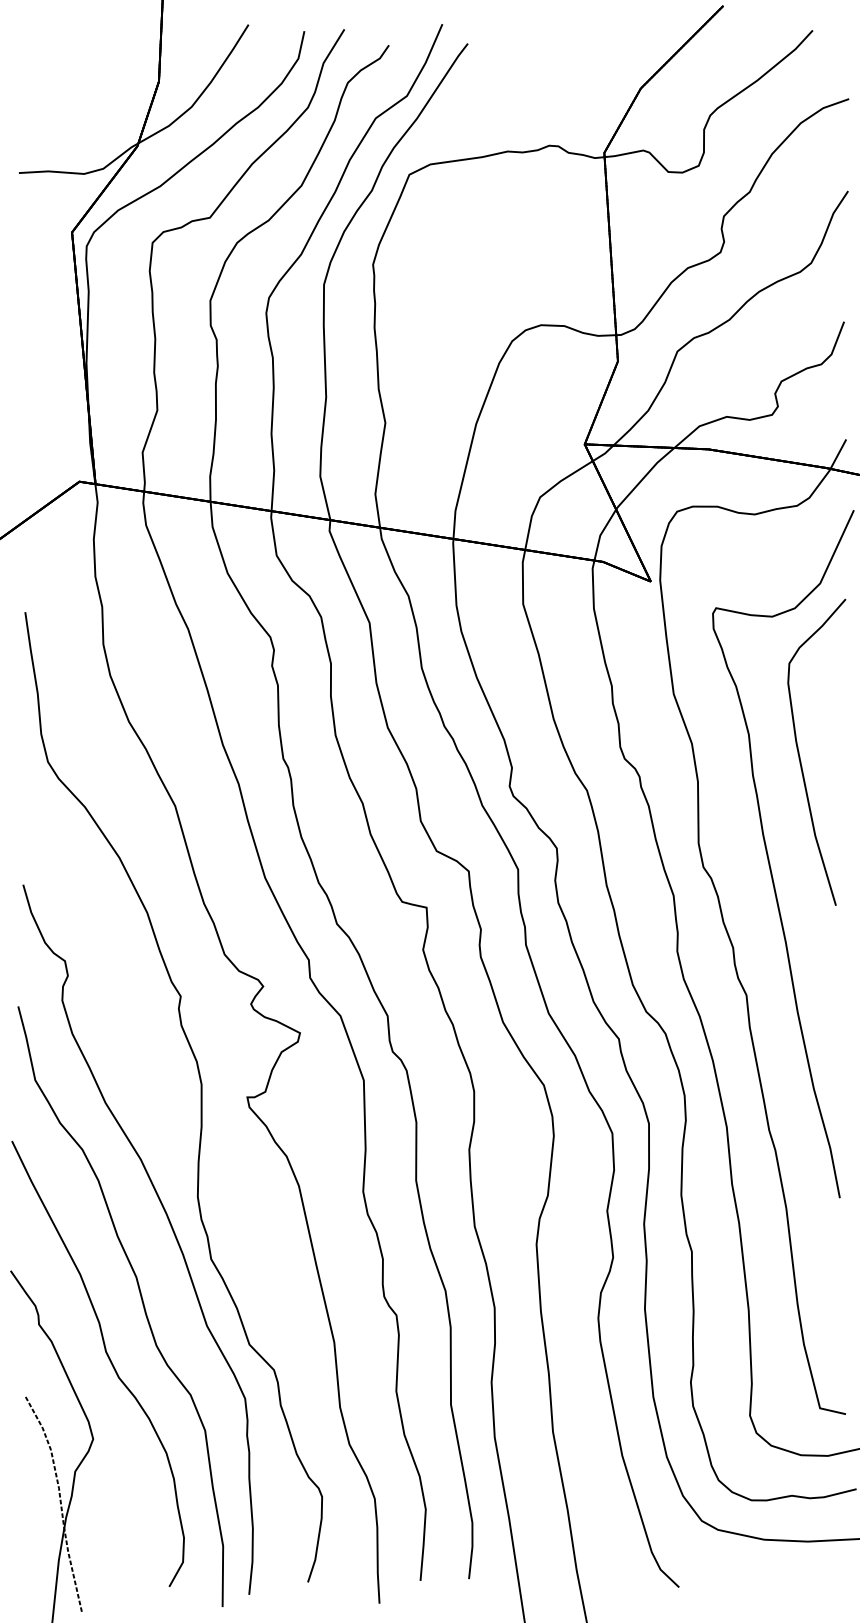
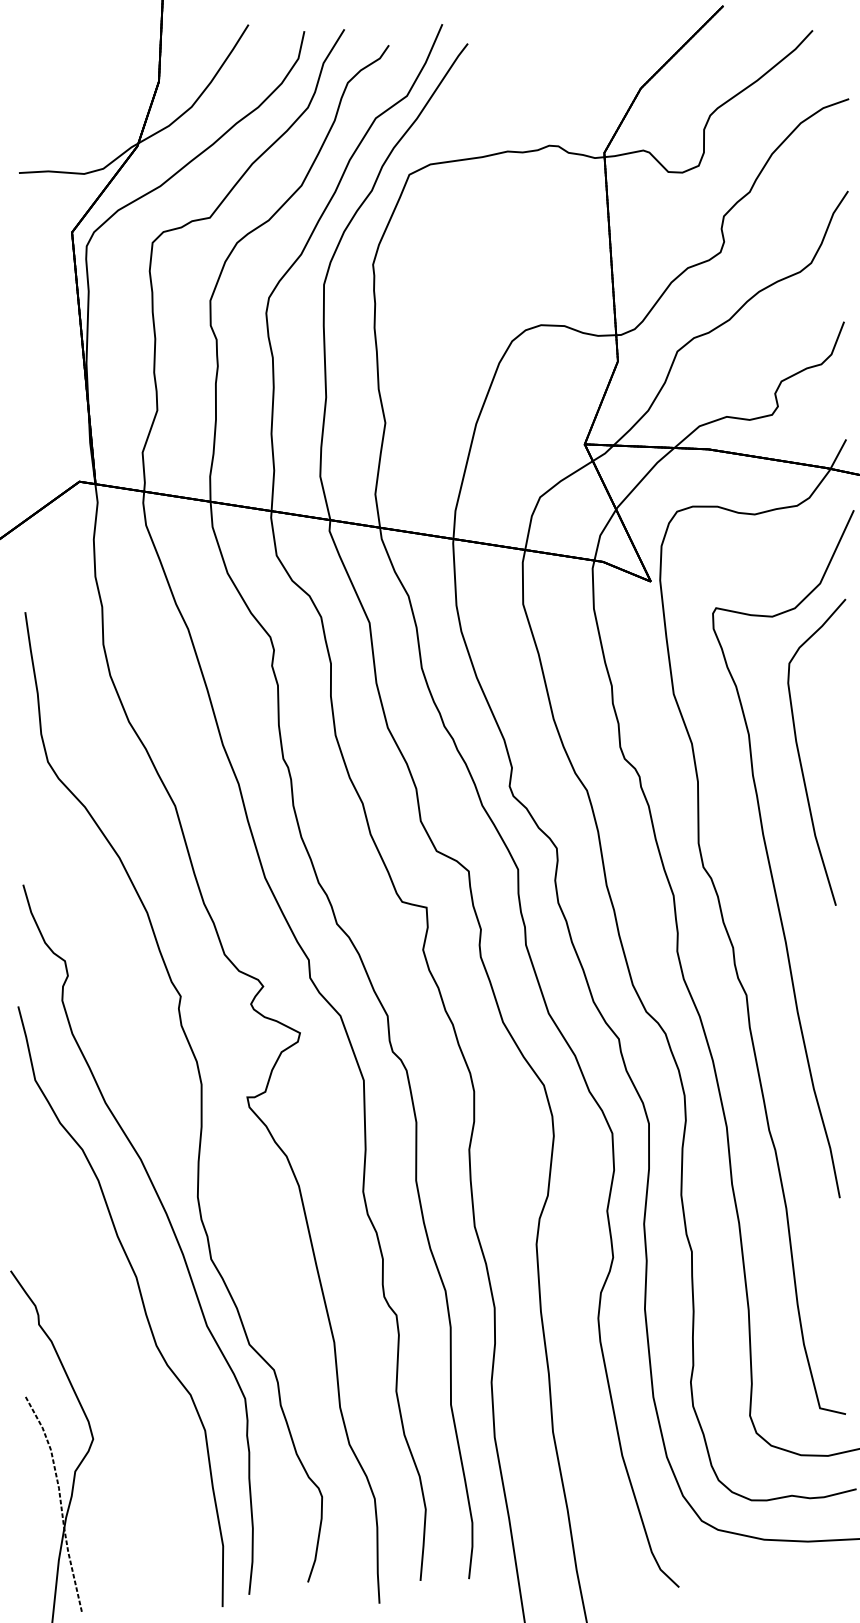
part at (107, 1357): present -> none
